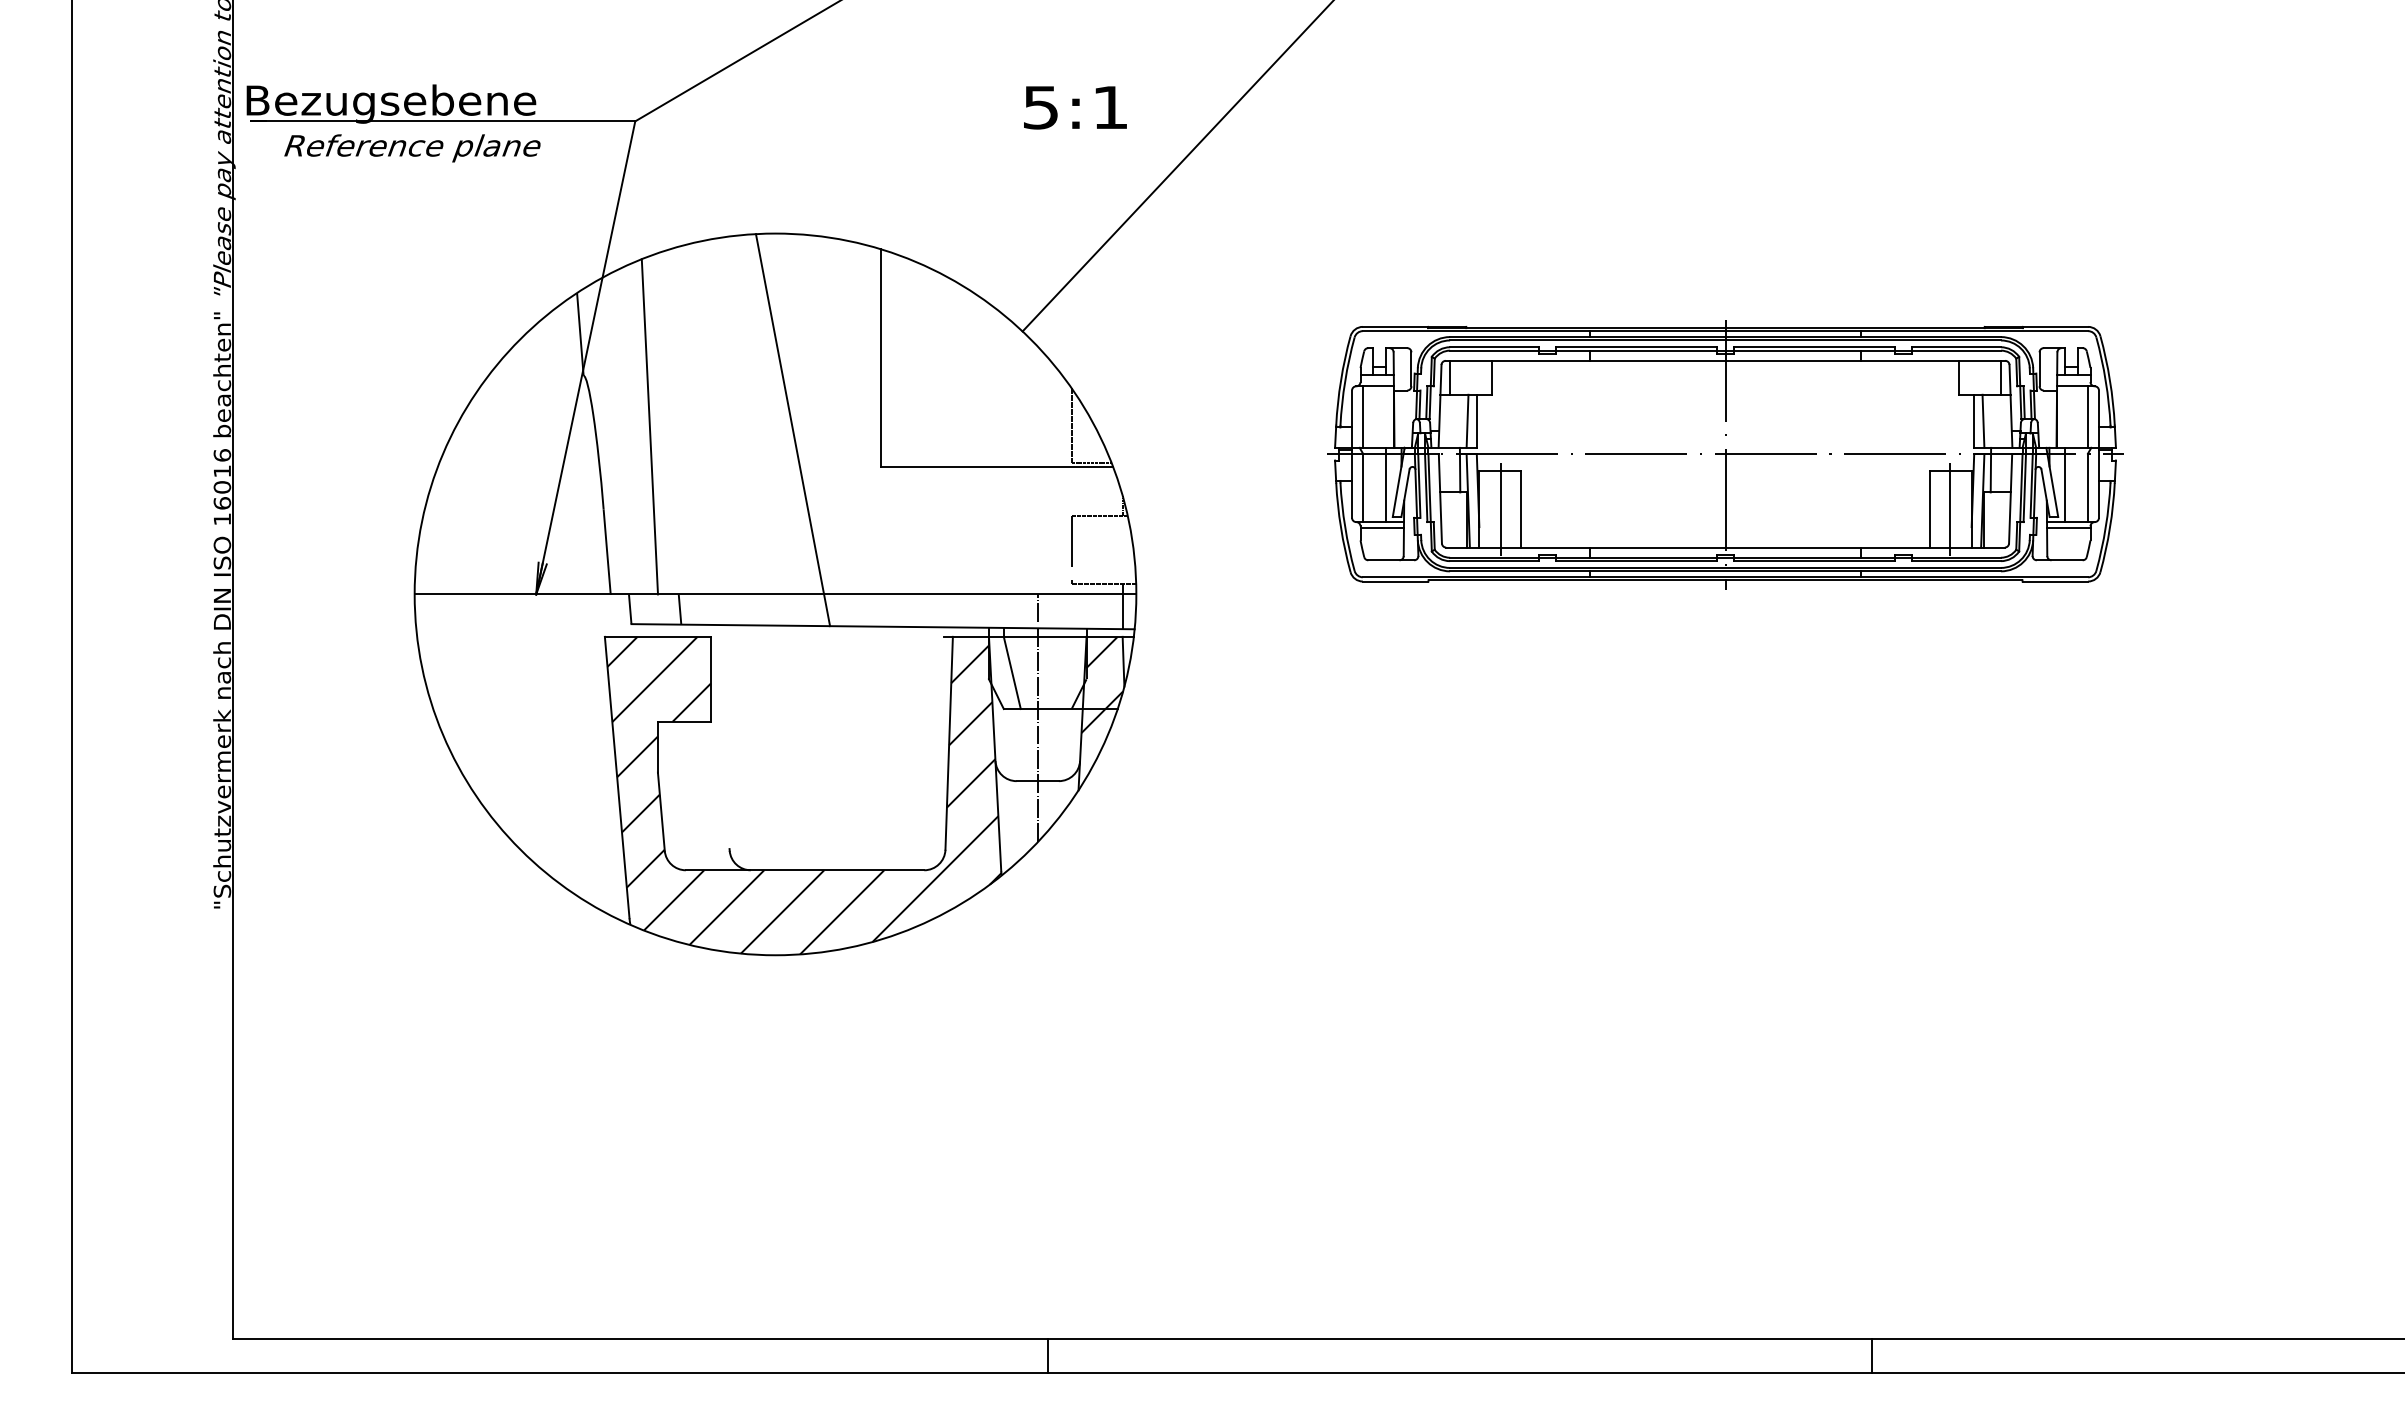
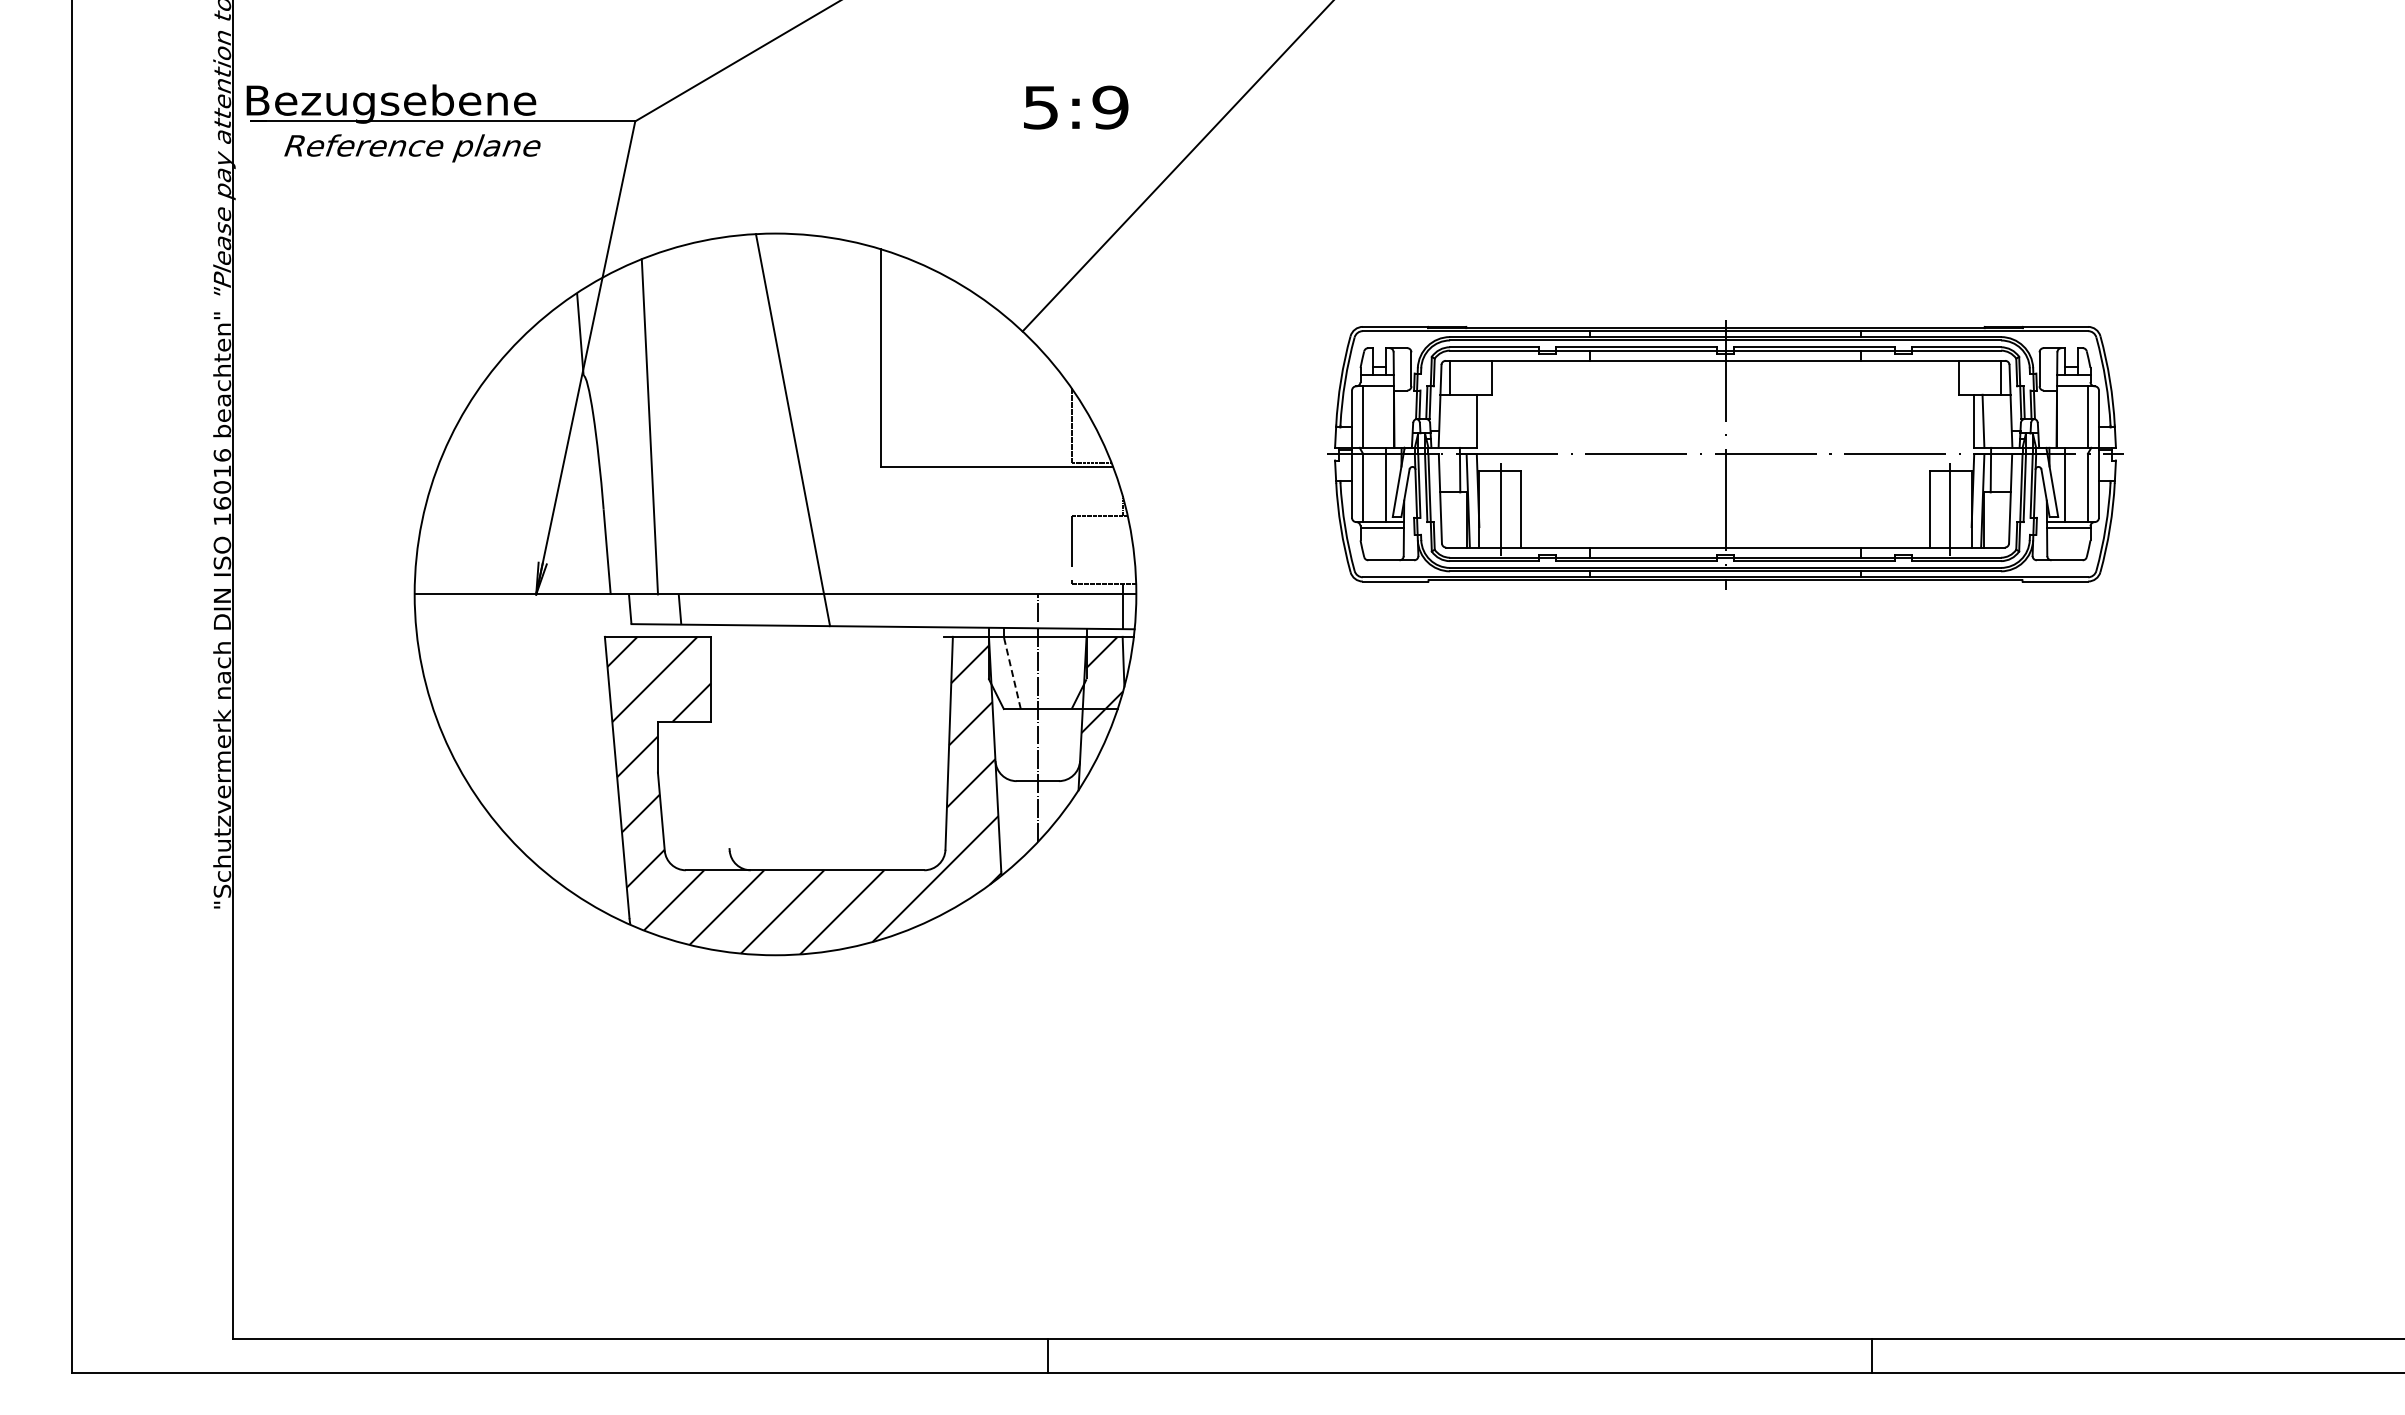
text at (1110, 107): 5:1 -> 5:9
line at (1467, 420): present -> none
line at (1012, 672): solid -> dashed
